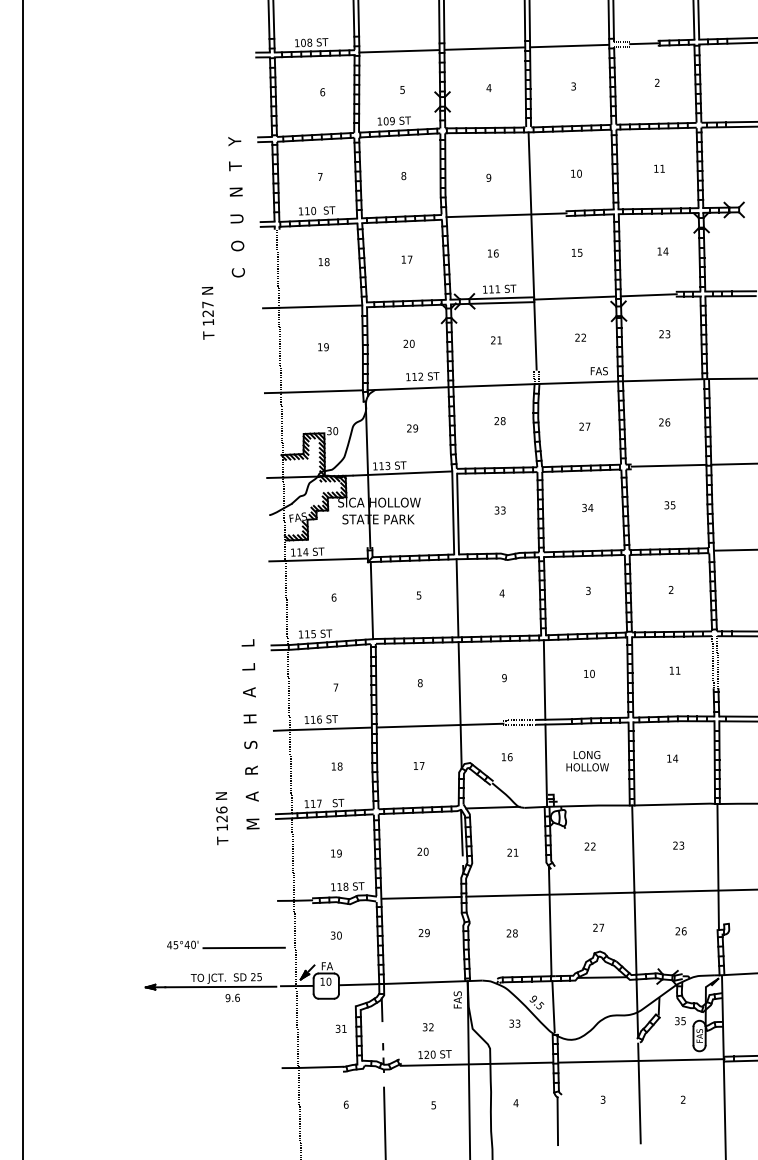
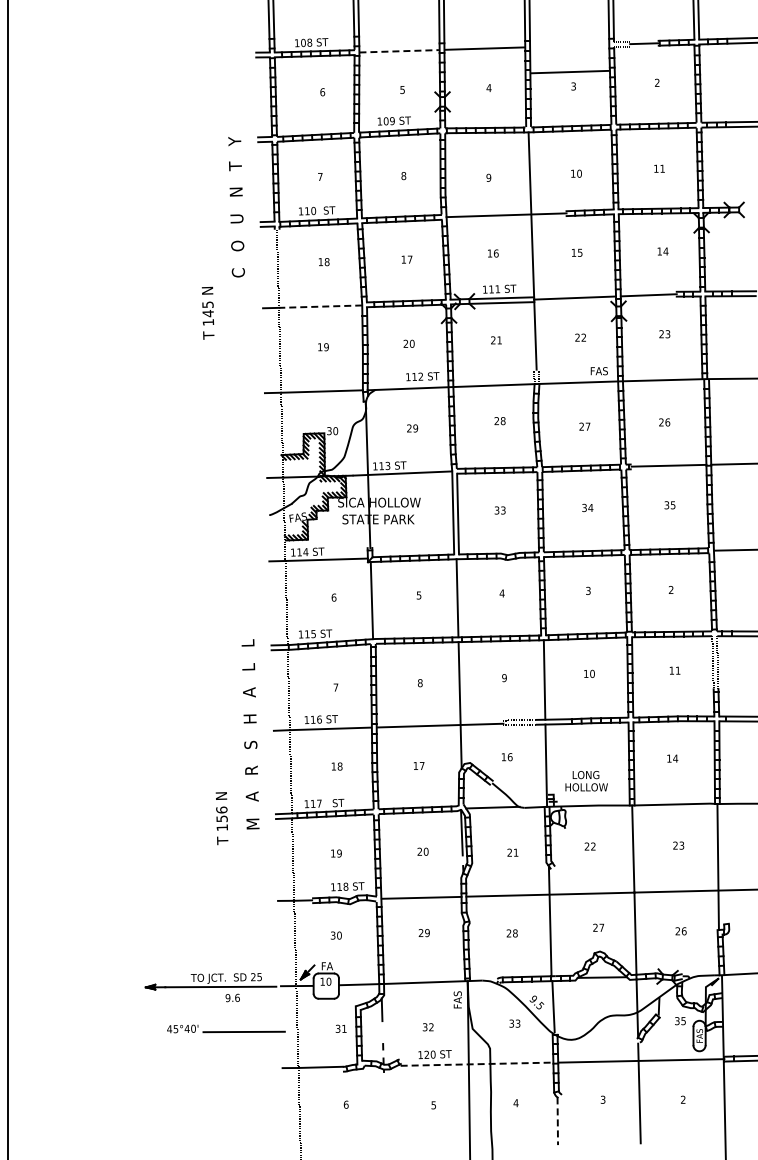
line at (569, 45) position: (569, 45) -> (570, 71)
line at (399, 51): solid -> dashed
line at (320, 306): solid -> dashed
text at (207, 309): 127 -> 145
line at (22, 579) position: (22, 579) -> (7, 579)
text at (587, 761) position: (587, 761) -> (586, 781)
text at (221, 818): 126 -> 156
part at (226, 944) position: (226, 944) -> (226, 1028)
line at (476, 1064): solid -> dashed
line at (384, 1121): present -> none
line at (557, 1121): solid -> dashed
